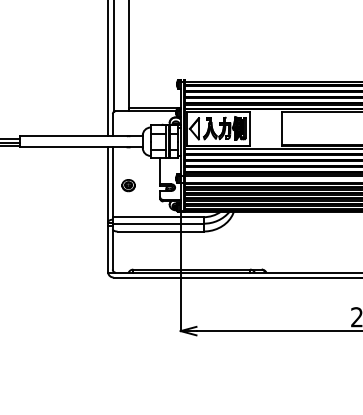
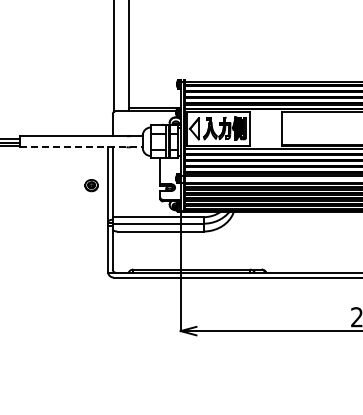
line at (108, 69): present -> none
line at (82, 147): solid -> dashed
part at (128, 185) position: (128, 185) -> (91, 185)
